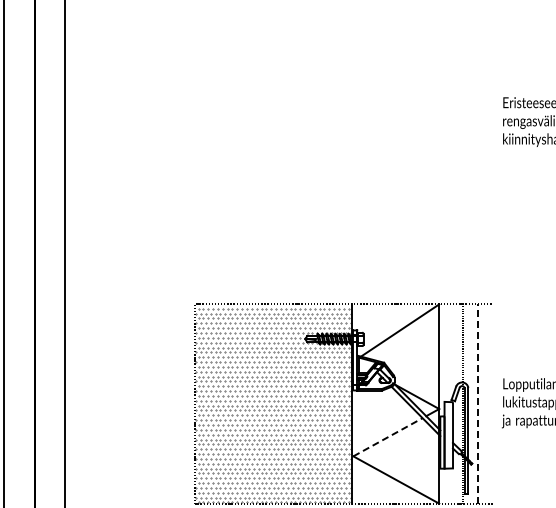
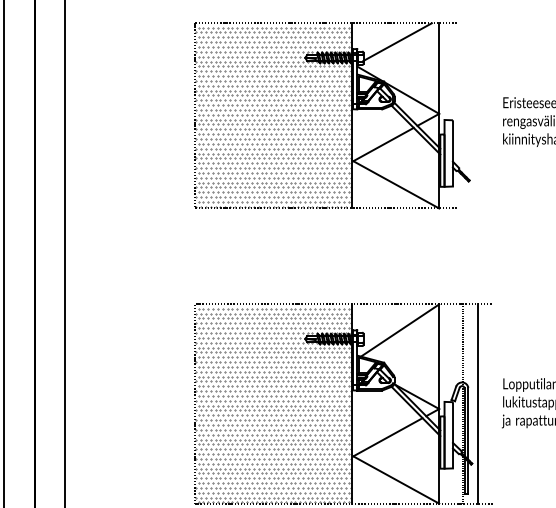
part at (332, 115): none -> present
line at (478, 404): dashed -> solid
line at (387, 437): dashed -> solid
